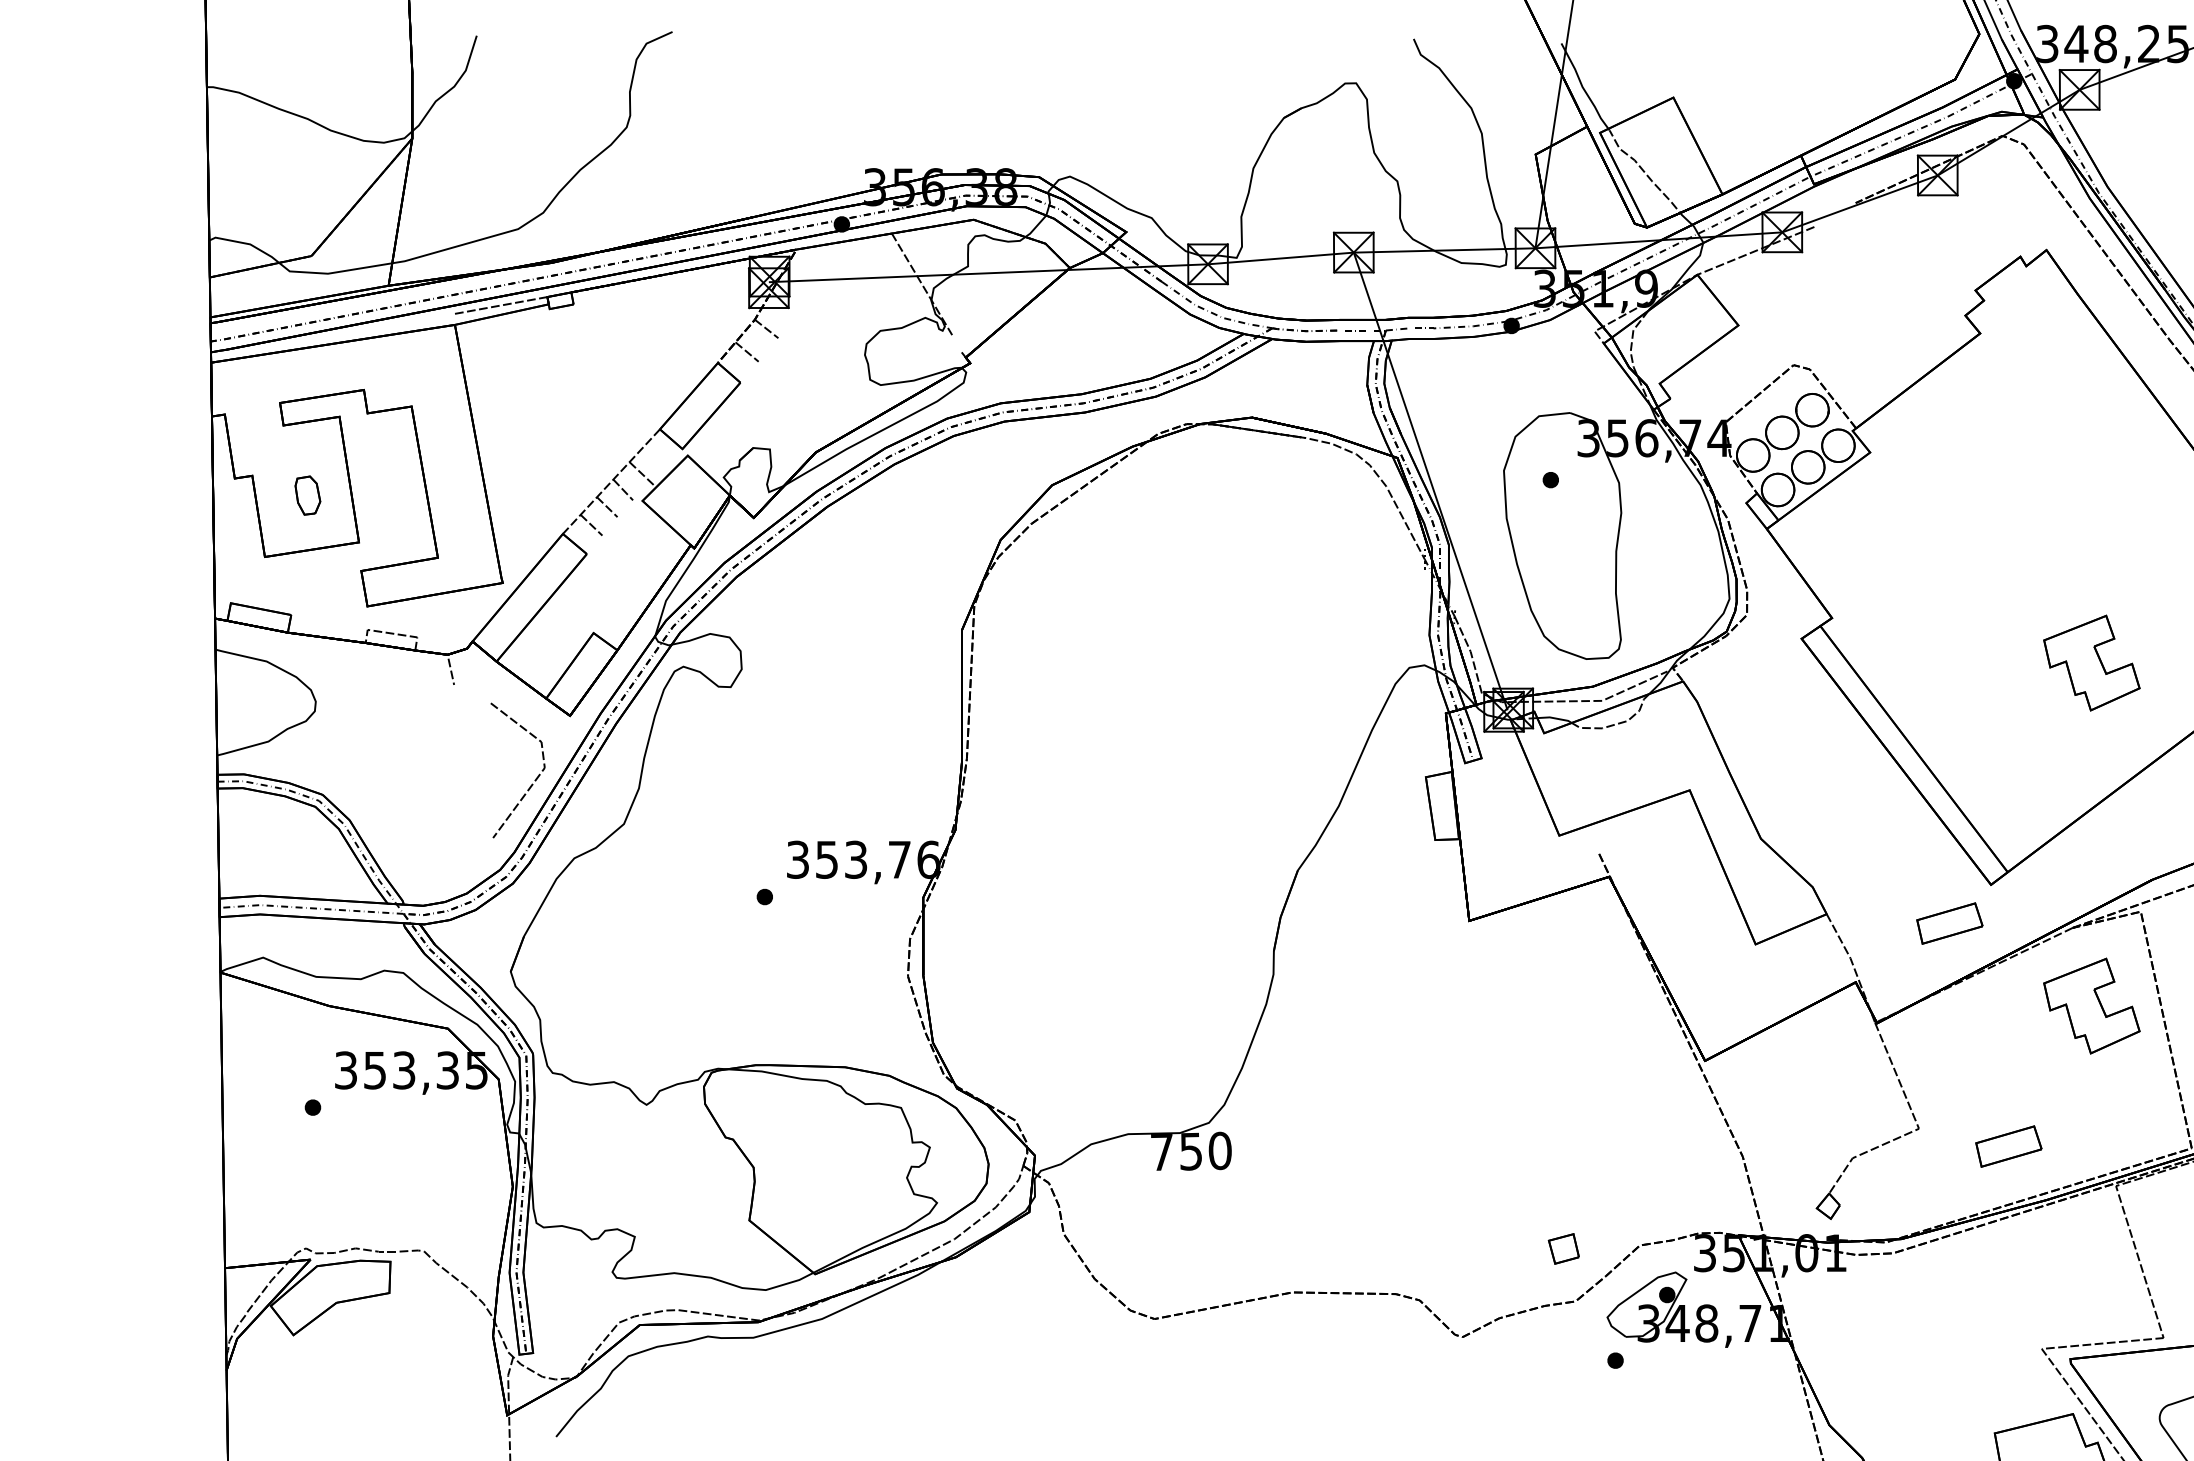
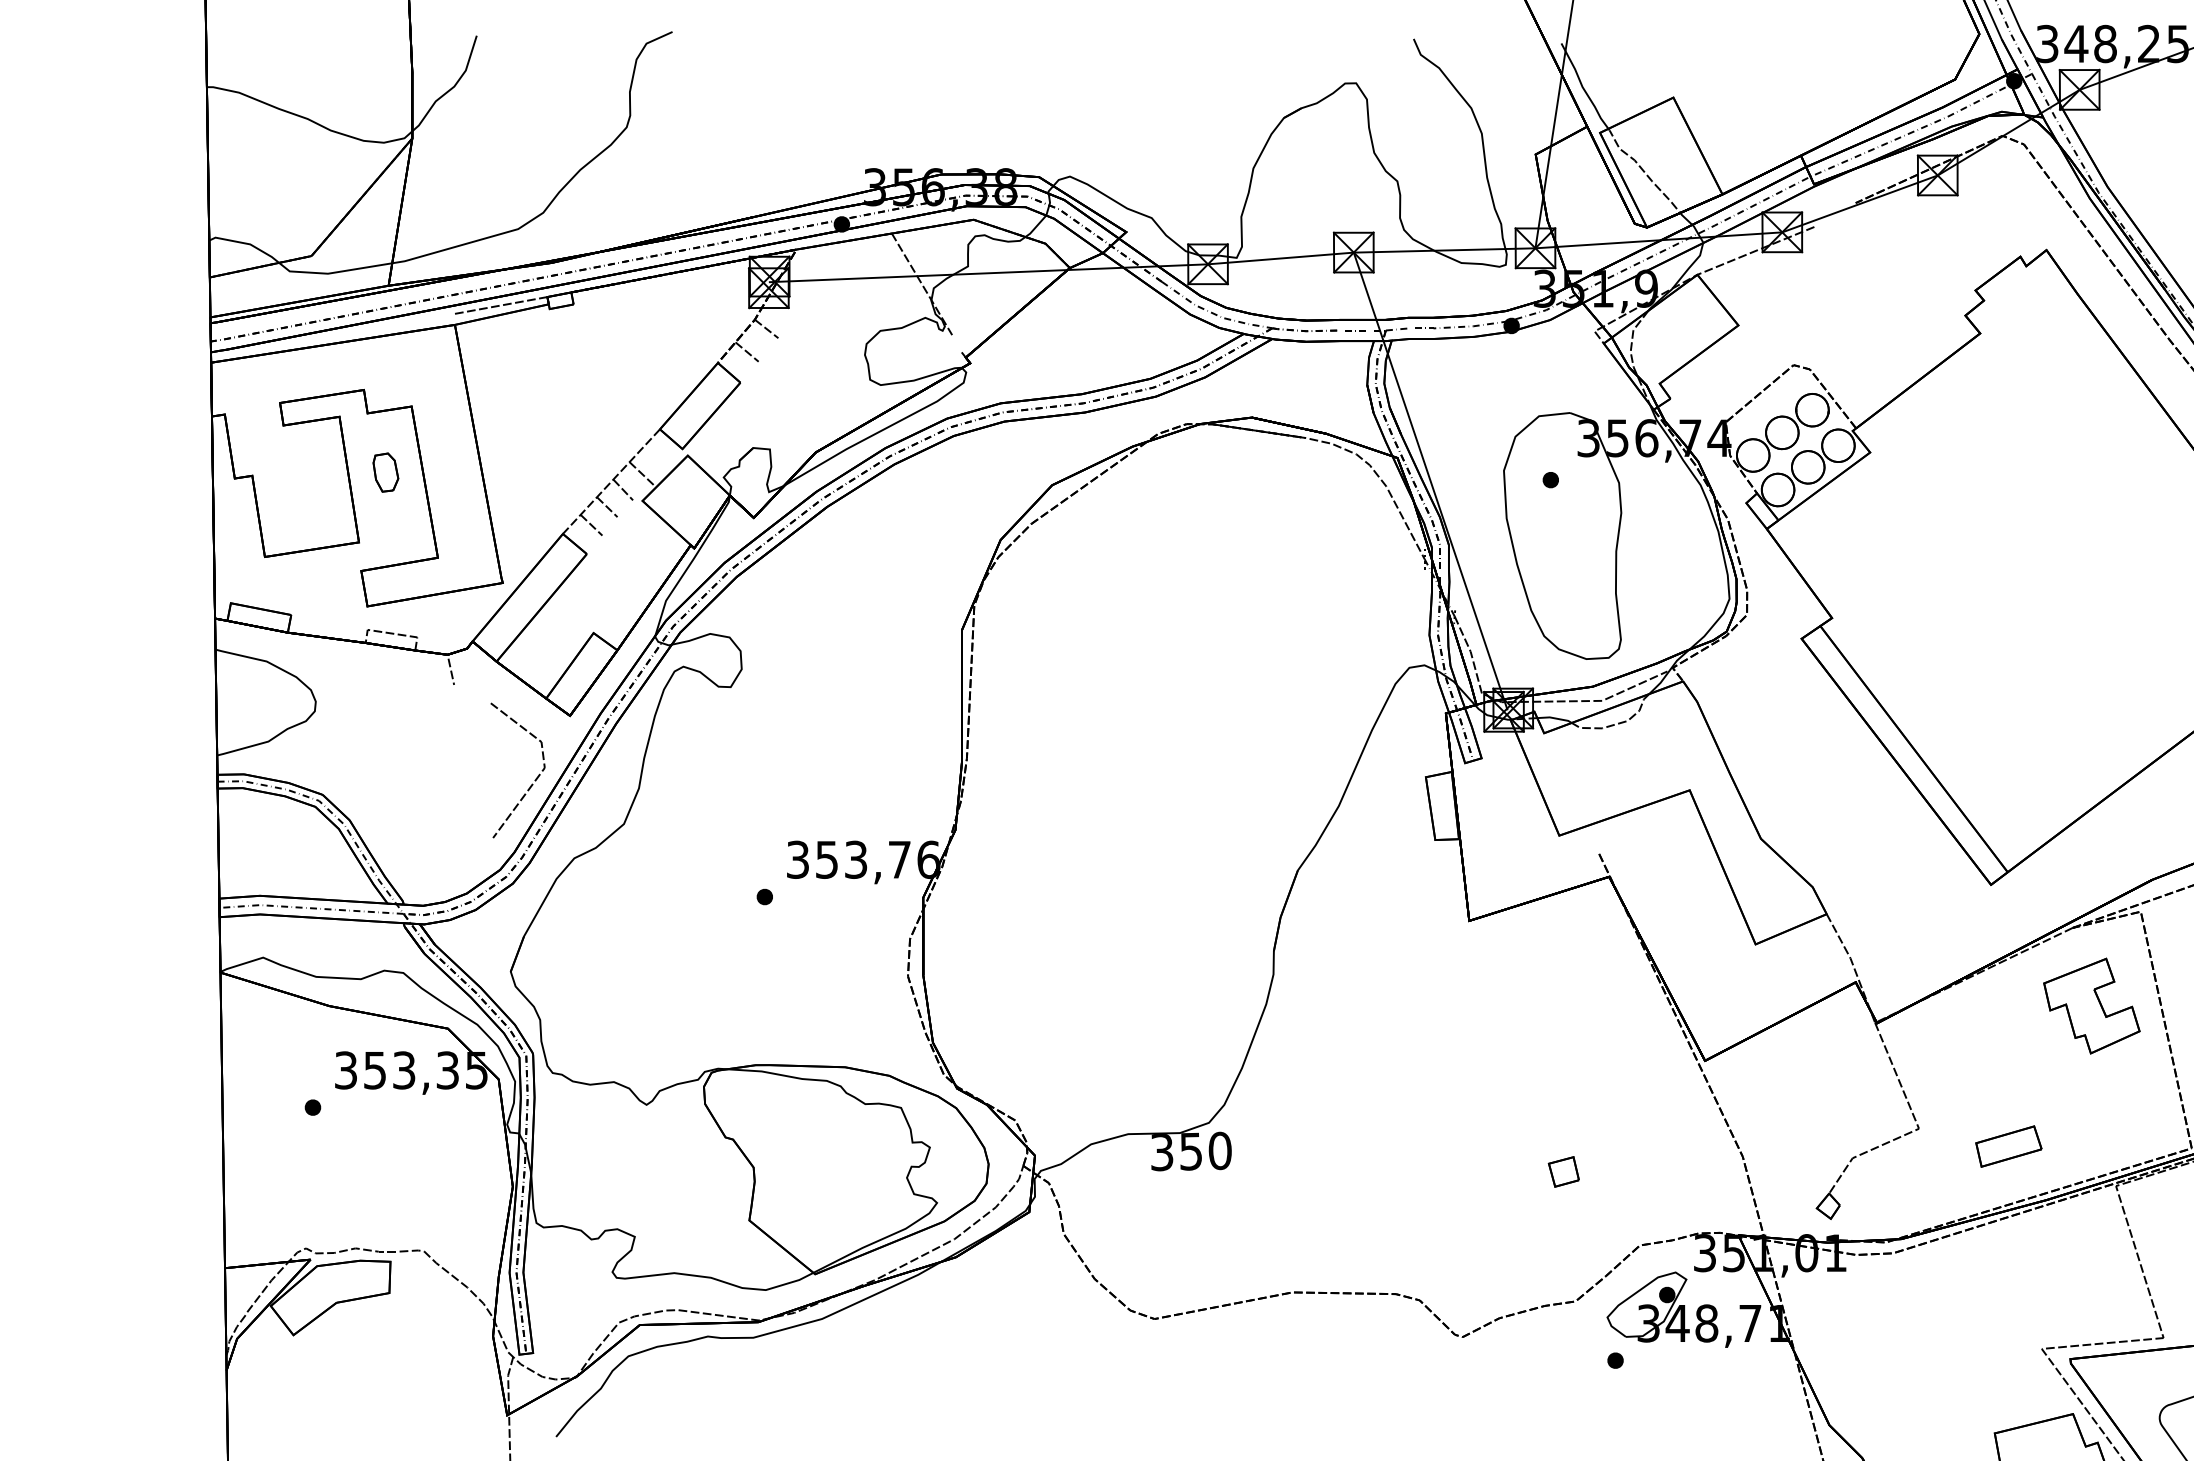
part at (307, 495) position: (307, 495) -> (385, 472)
part at (2091, 662): present -> none
part at (1949, 923): present -> none
text at (1162, 1152): 750 -> 350
part at (1563, 1248) position: (1563, 1248) -> (1563, 1171)
